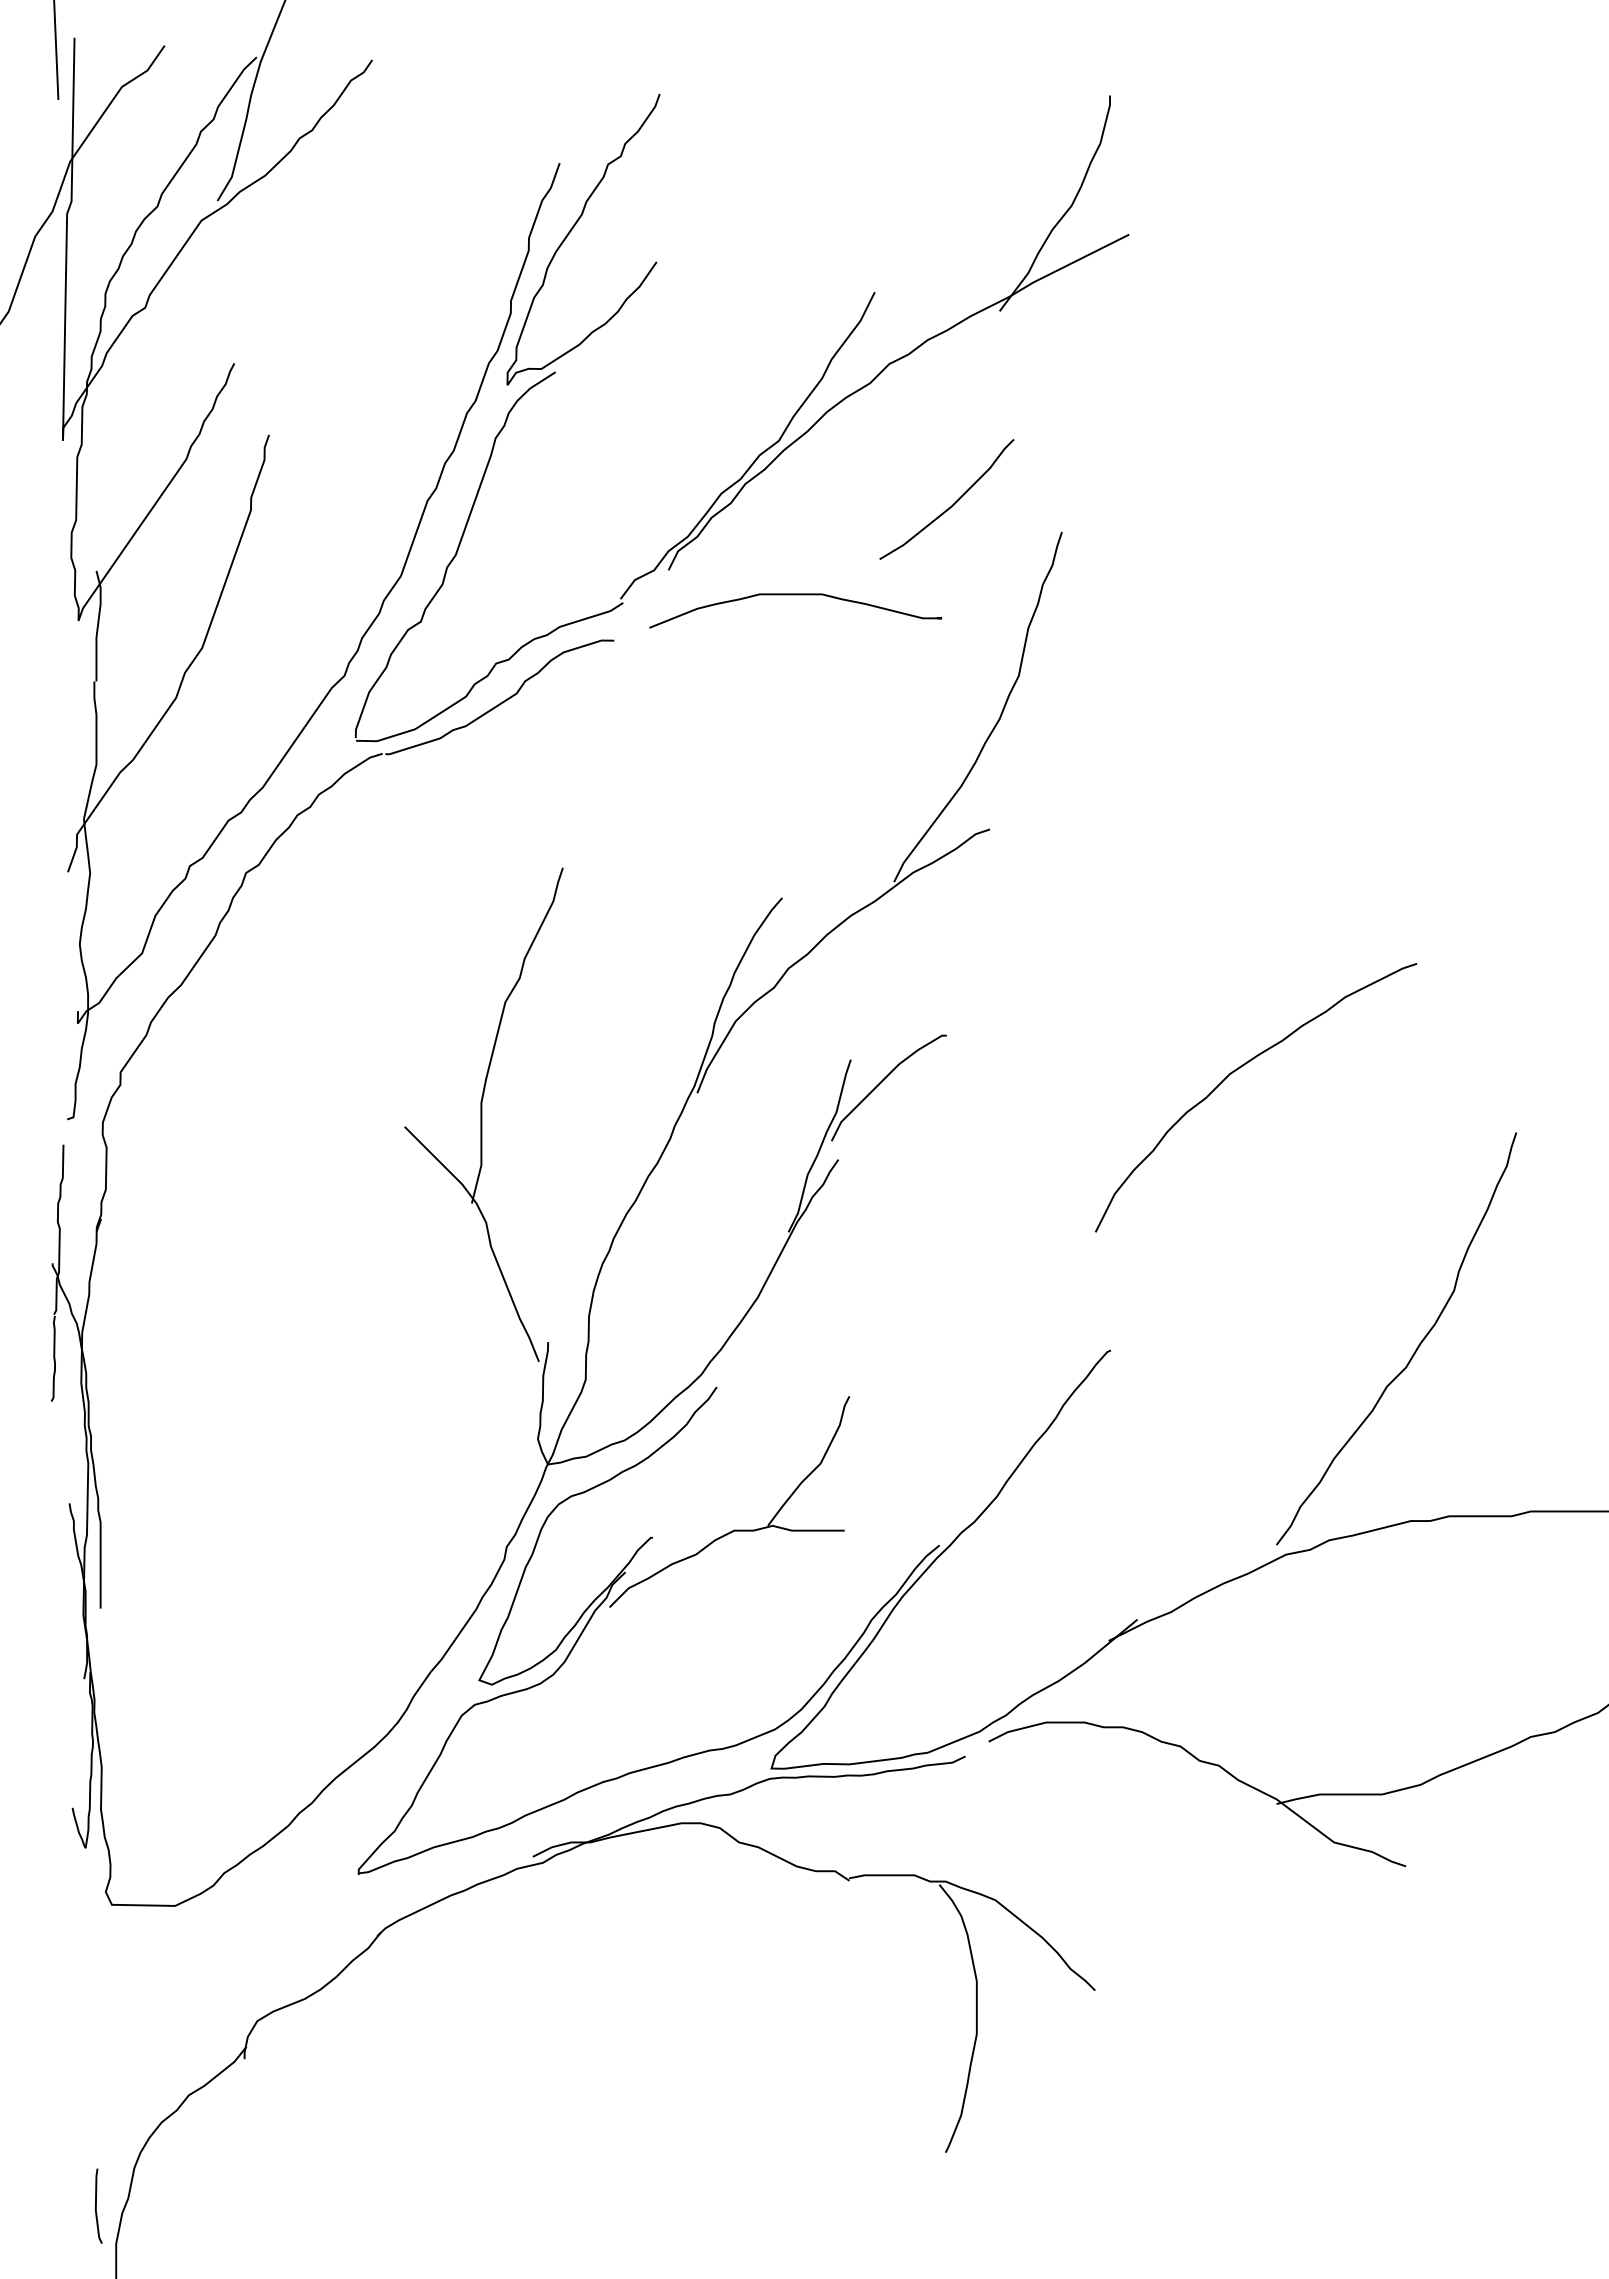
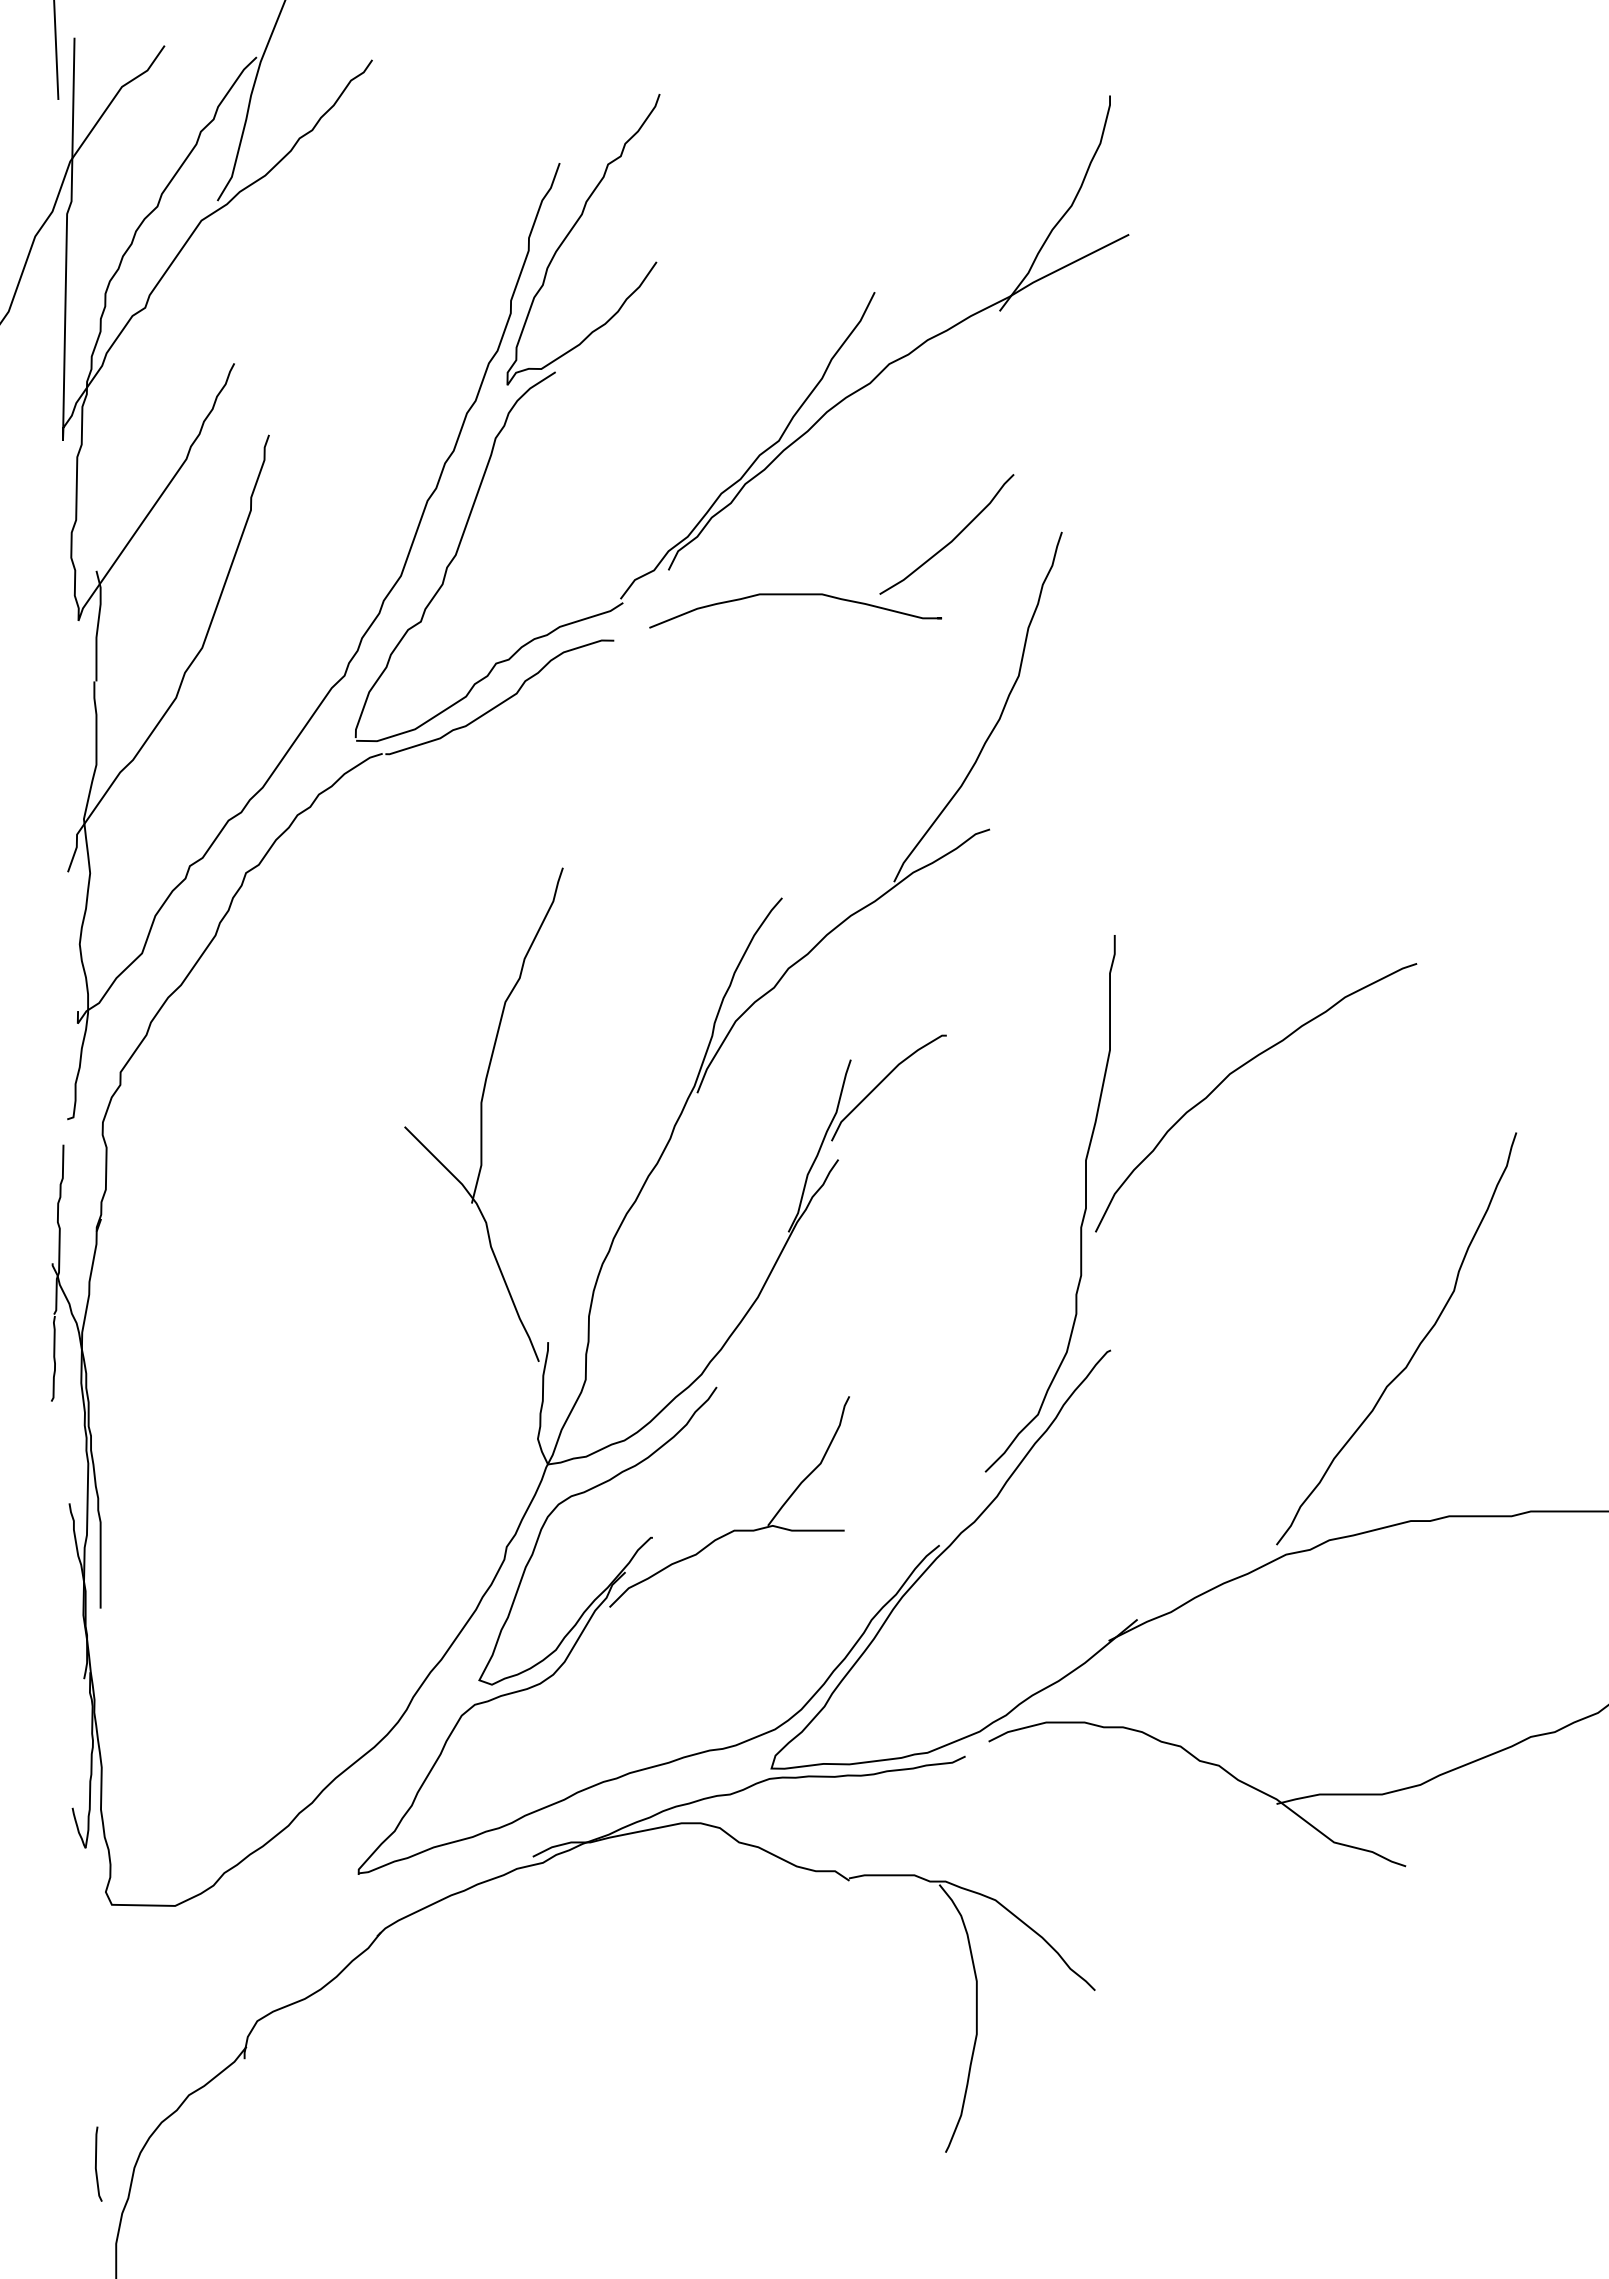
curve at (952, 504) position: (952, 504) -> (952, 539)
curve at (1083, 1213): none -> present
curve at (96, 2205) position: (96, 2205) -> (96, 2163)
